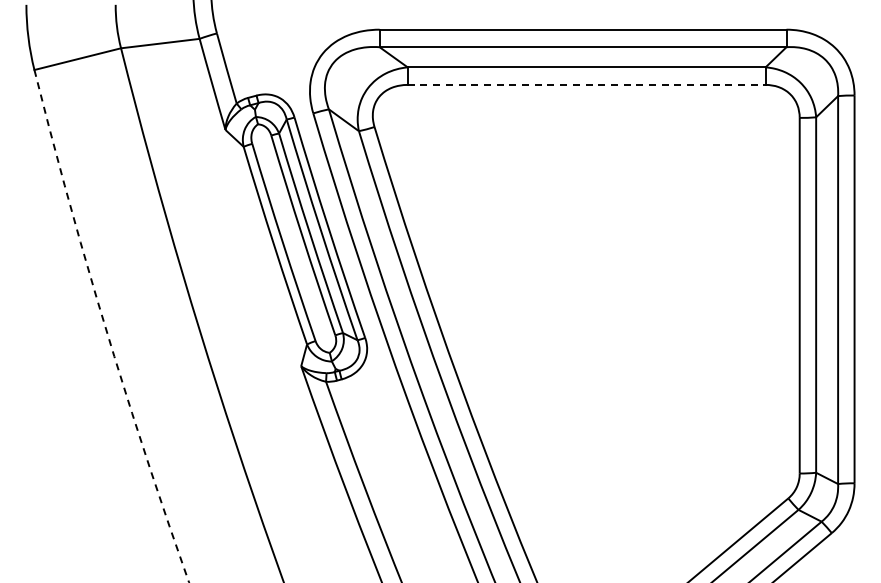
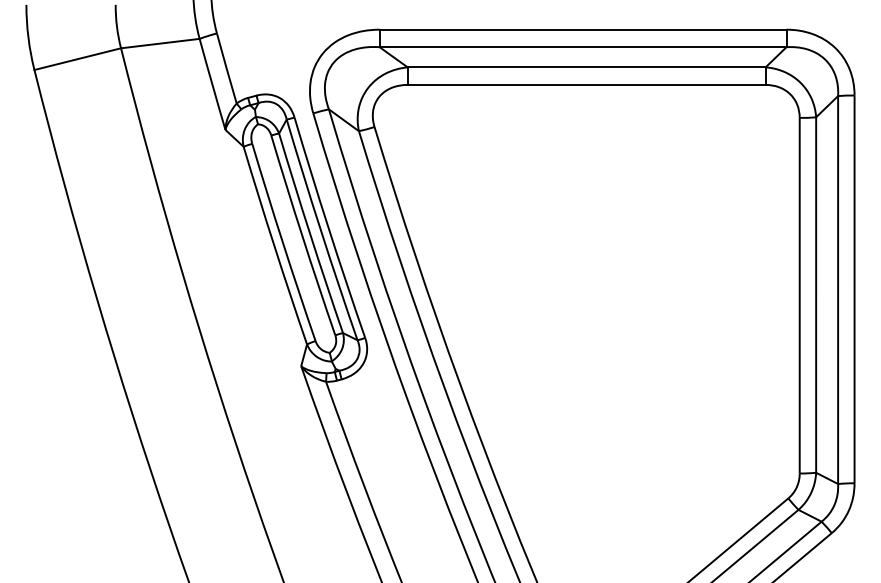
line at (586, 84): dashed -> solid
arc at (106, 328): dashed -> solid
